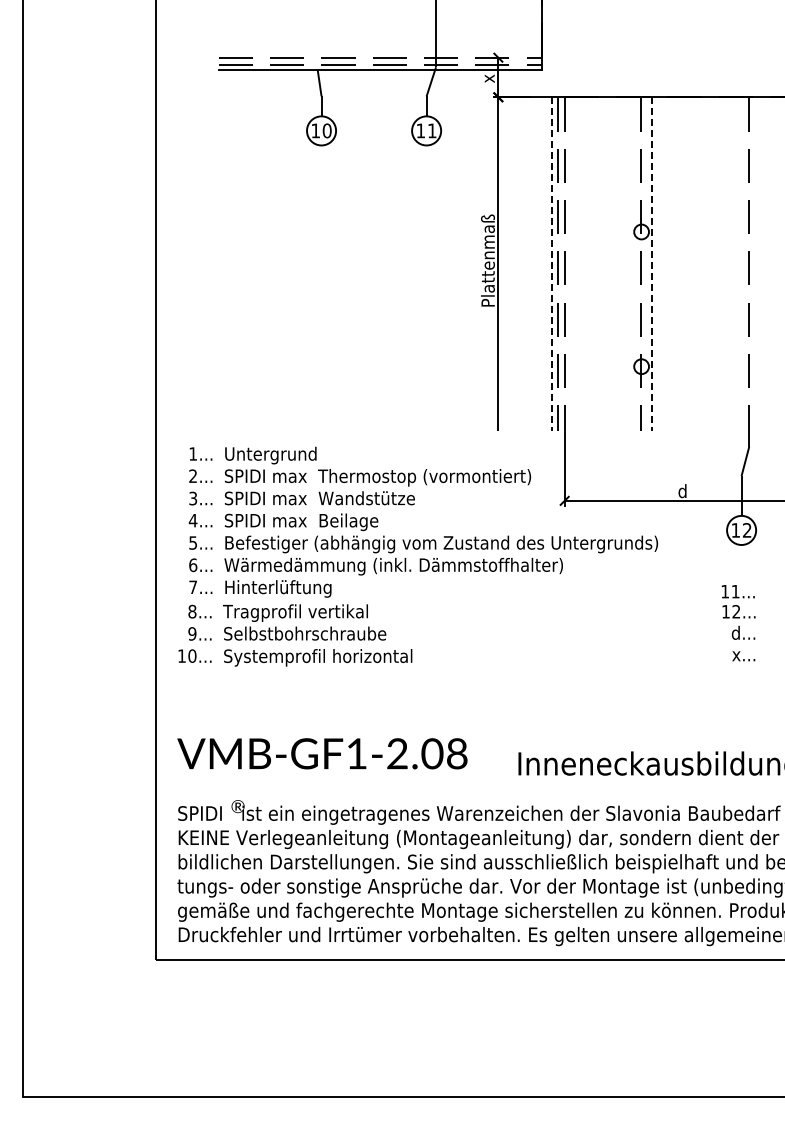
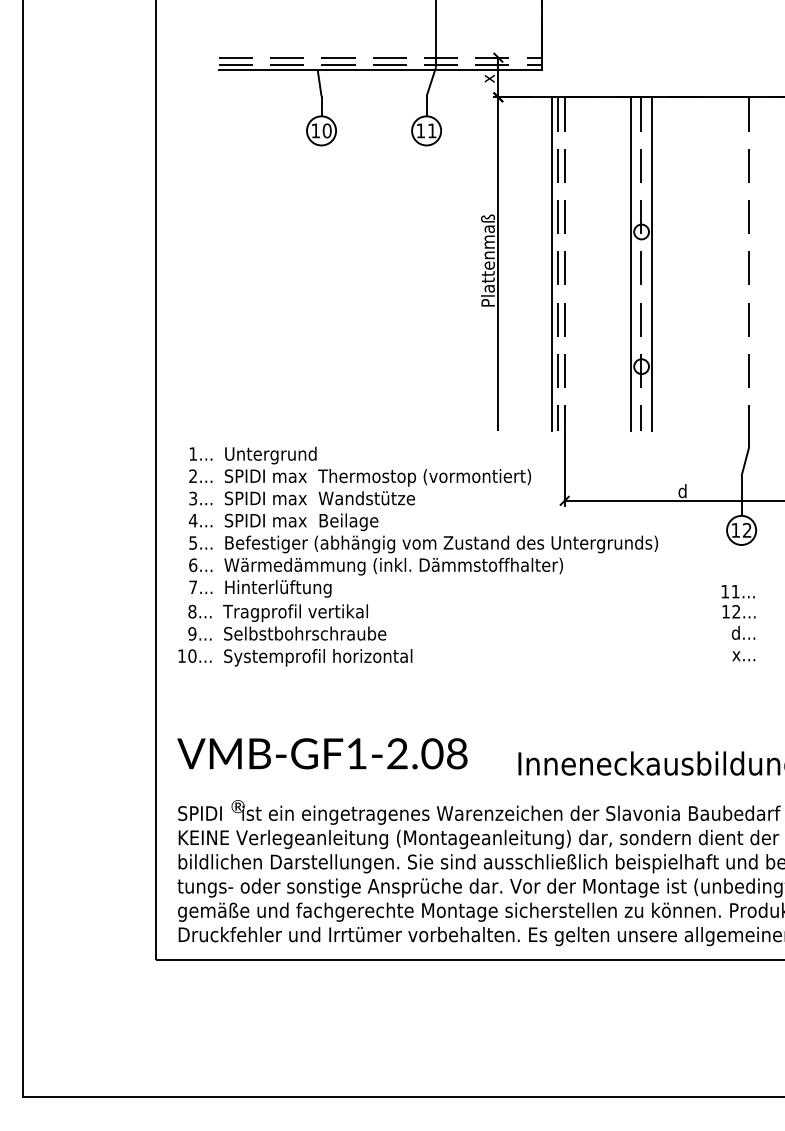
line at (630, 263): none -> present
line at (552, 264): dashed -> solid
line at (652, 264): dashed -> solid
